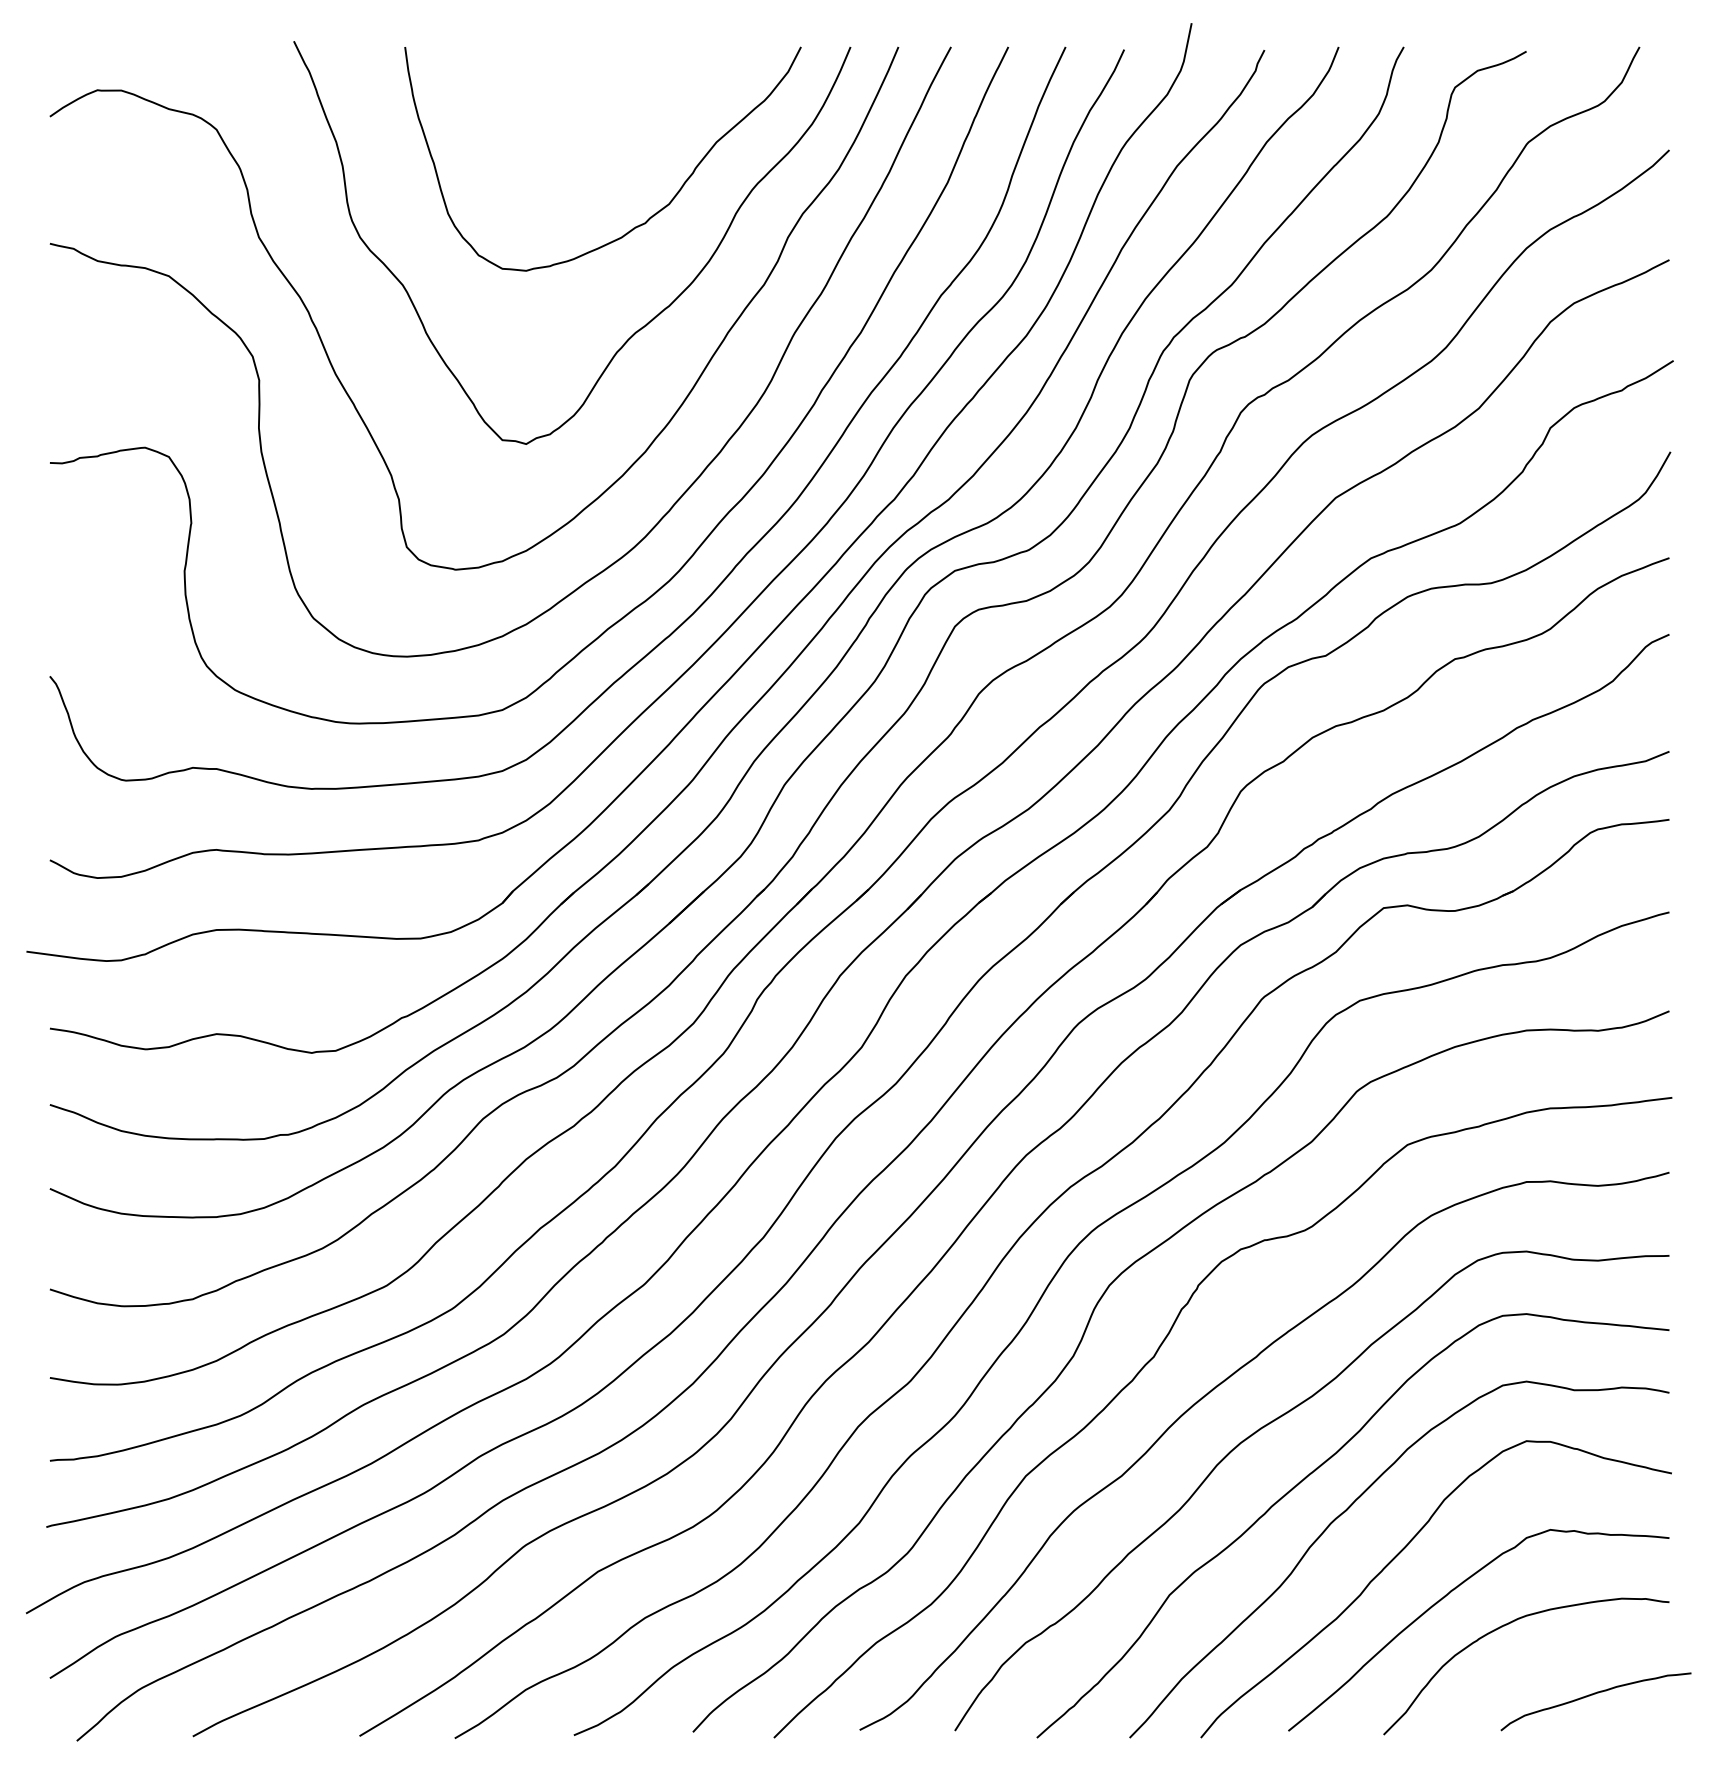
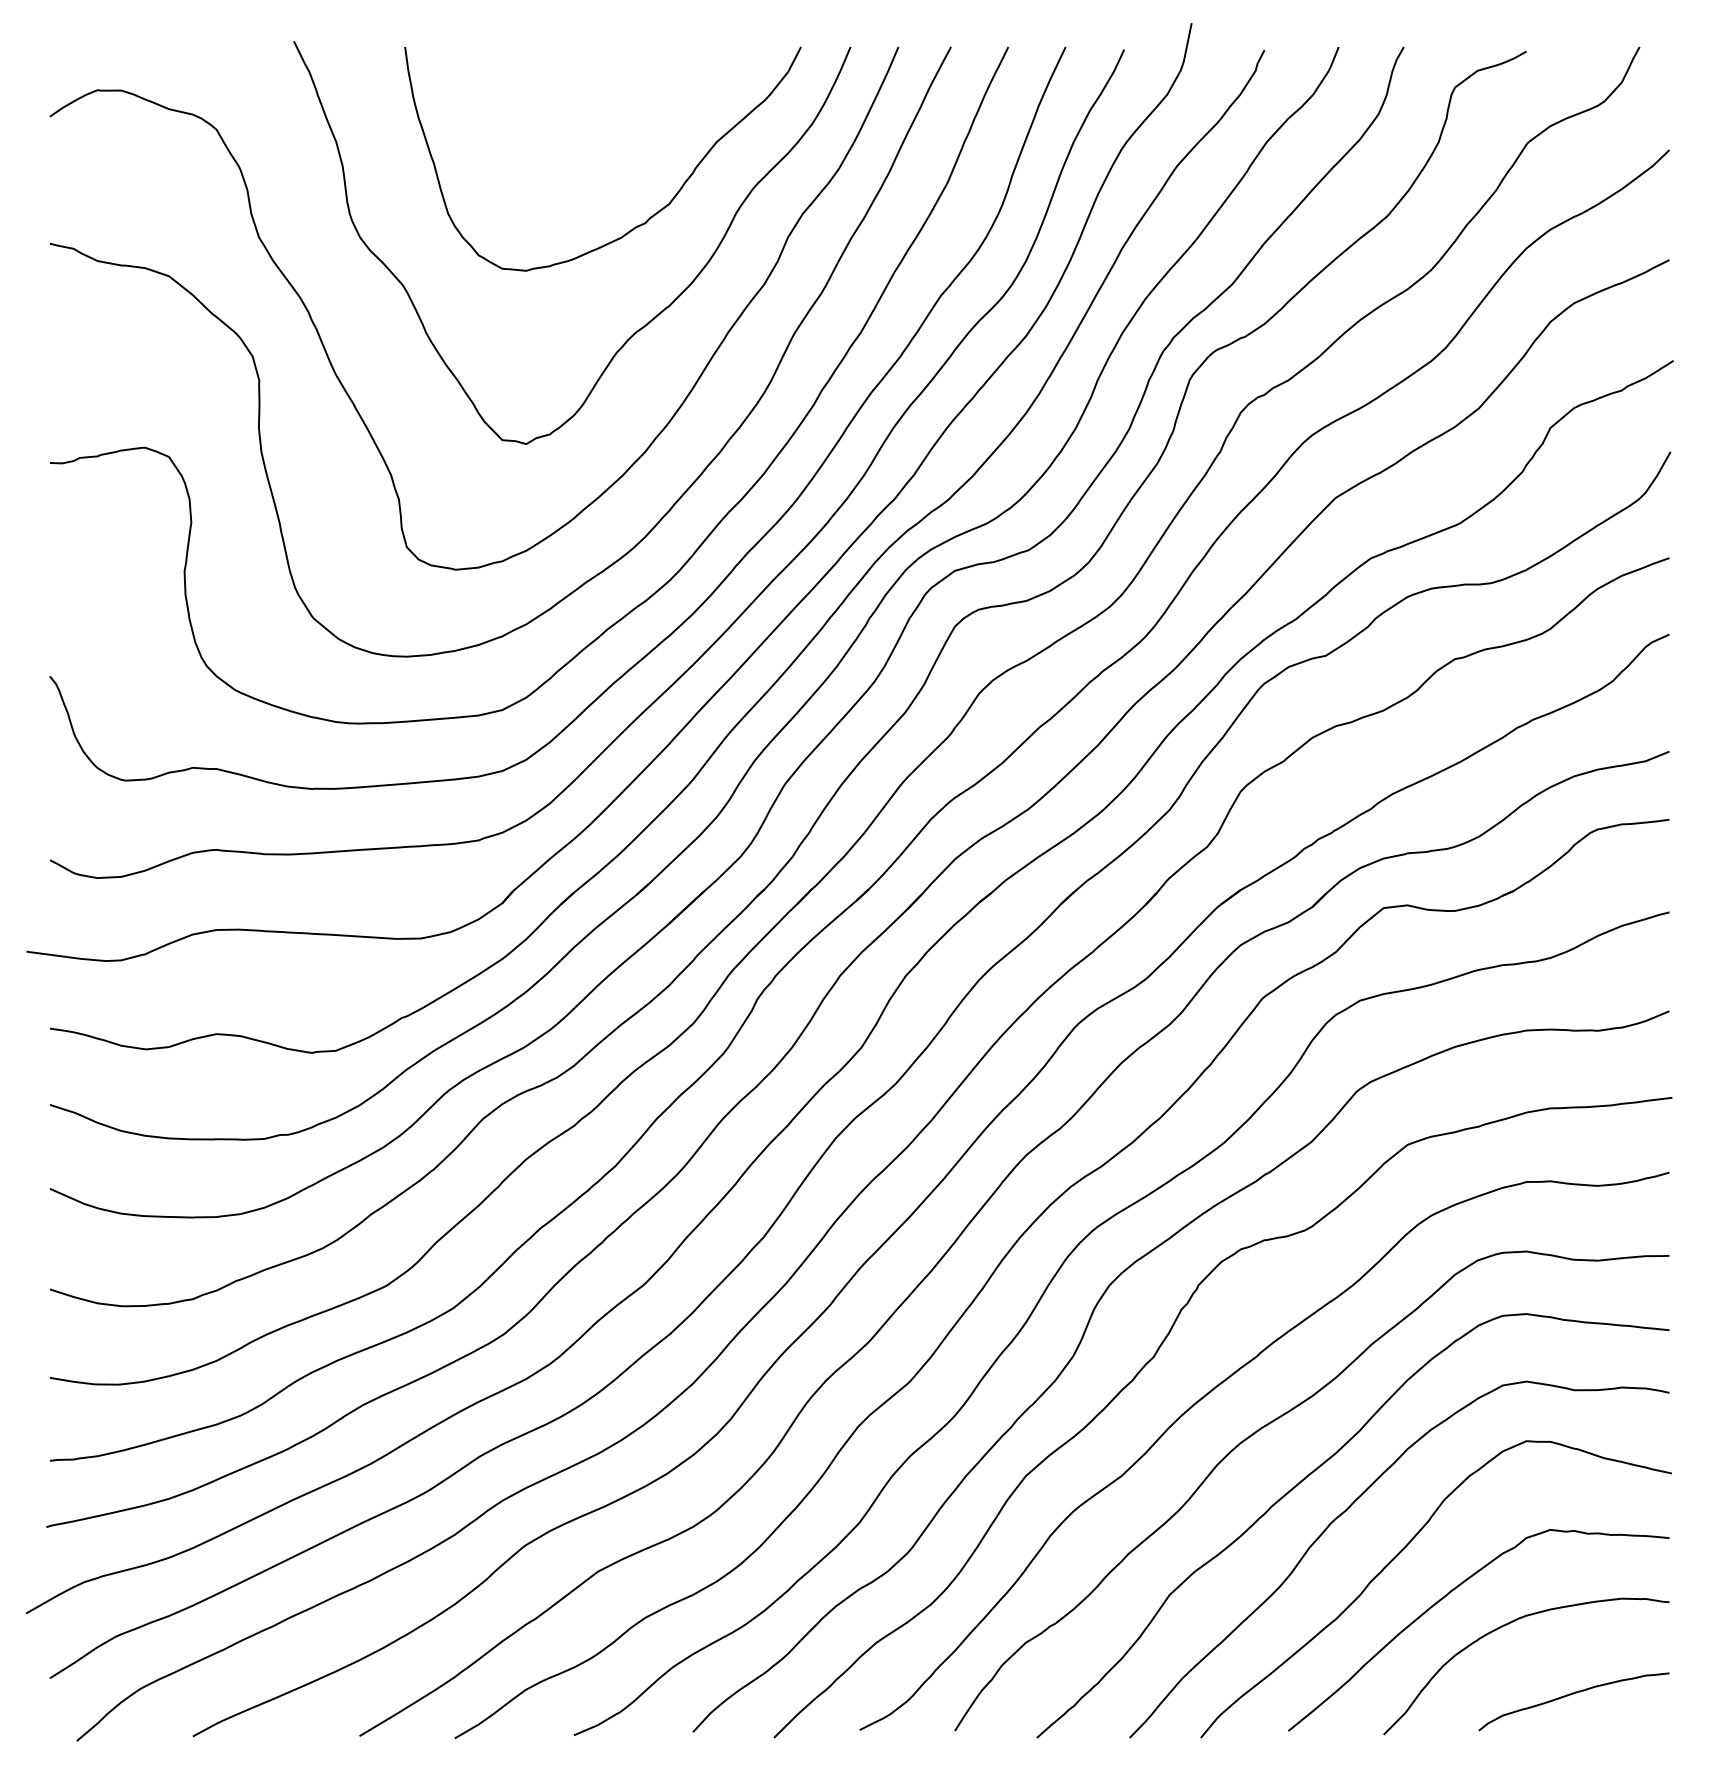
curve at (1592, 1695) position: (1592, 1695) -> (1570, 1695)
